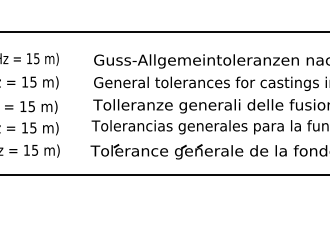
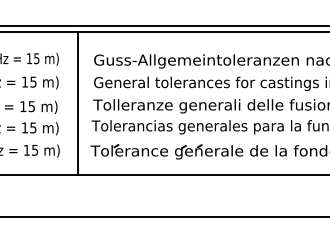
line at (164, 25): none -> present
line at (77, 103): none -> present
line at (164, 217): none -> present
